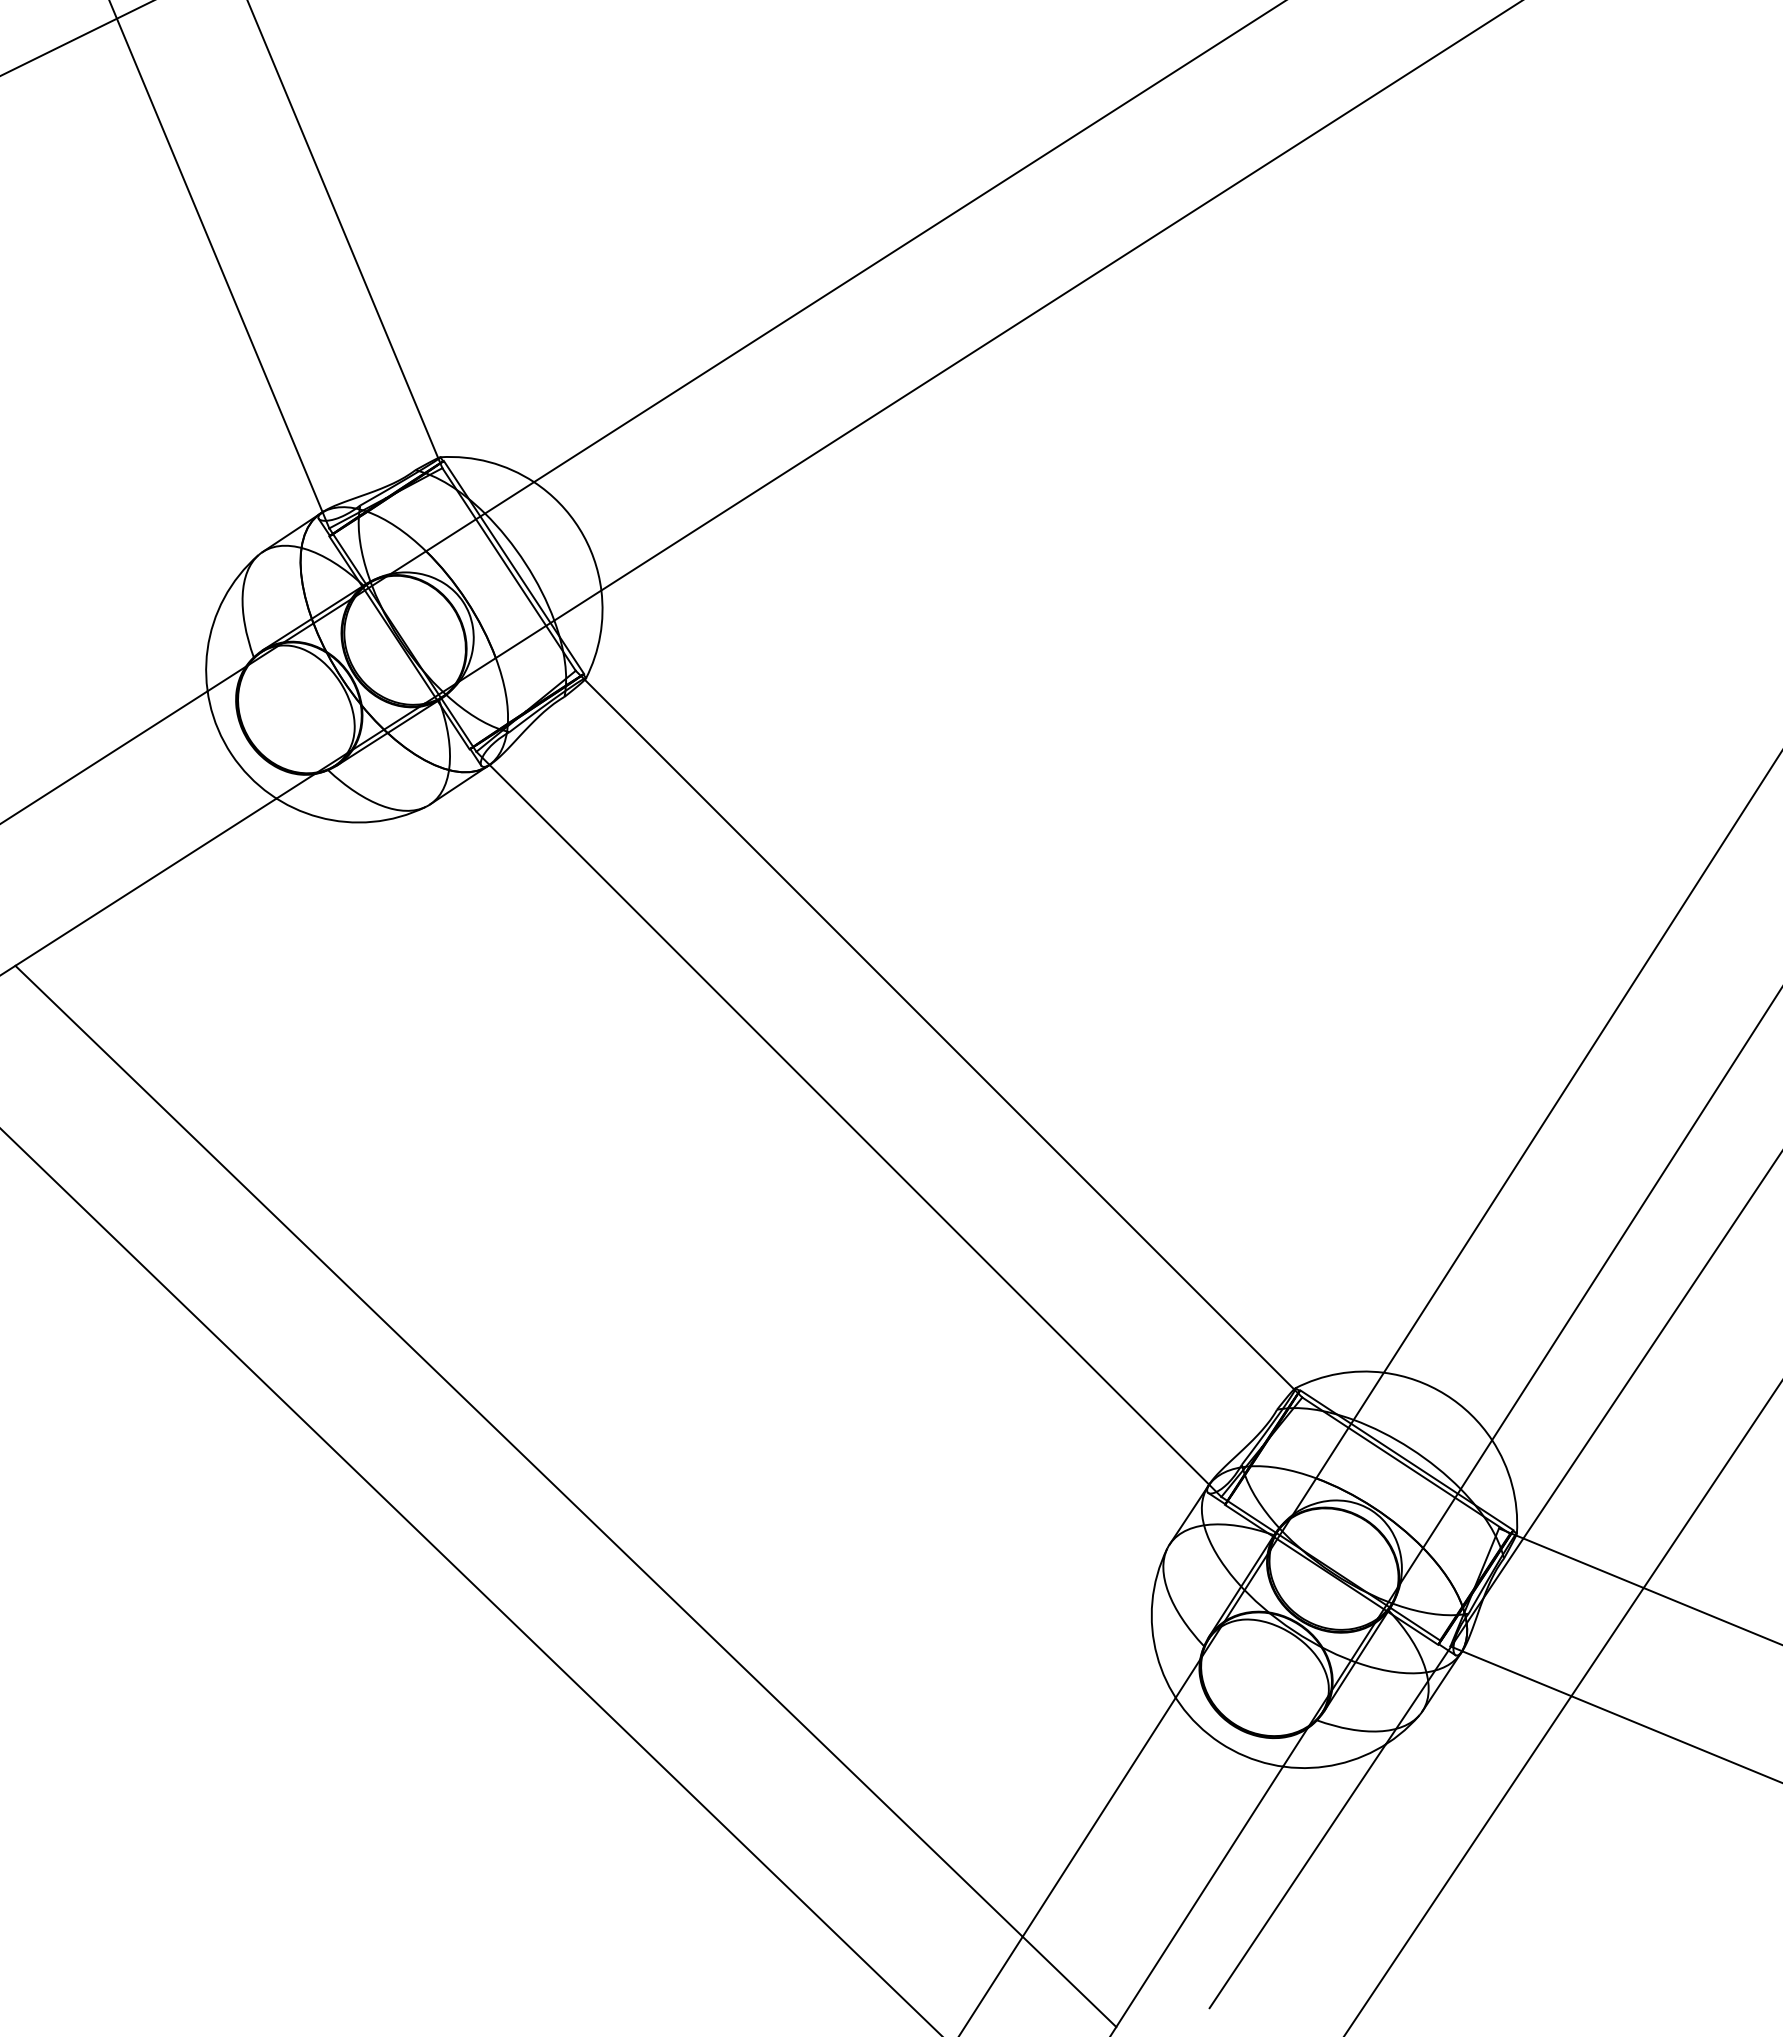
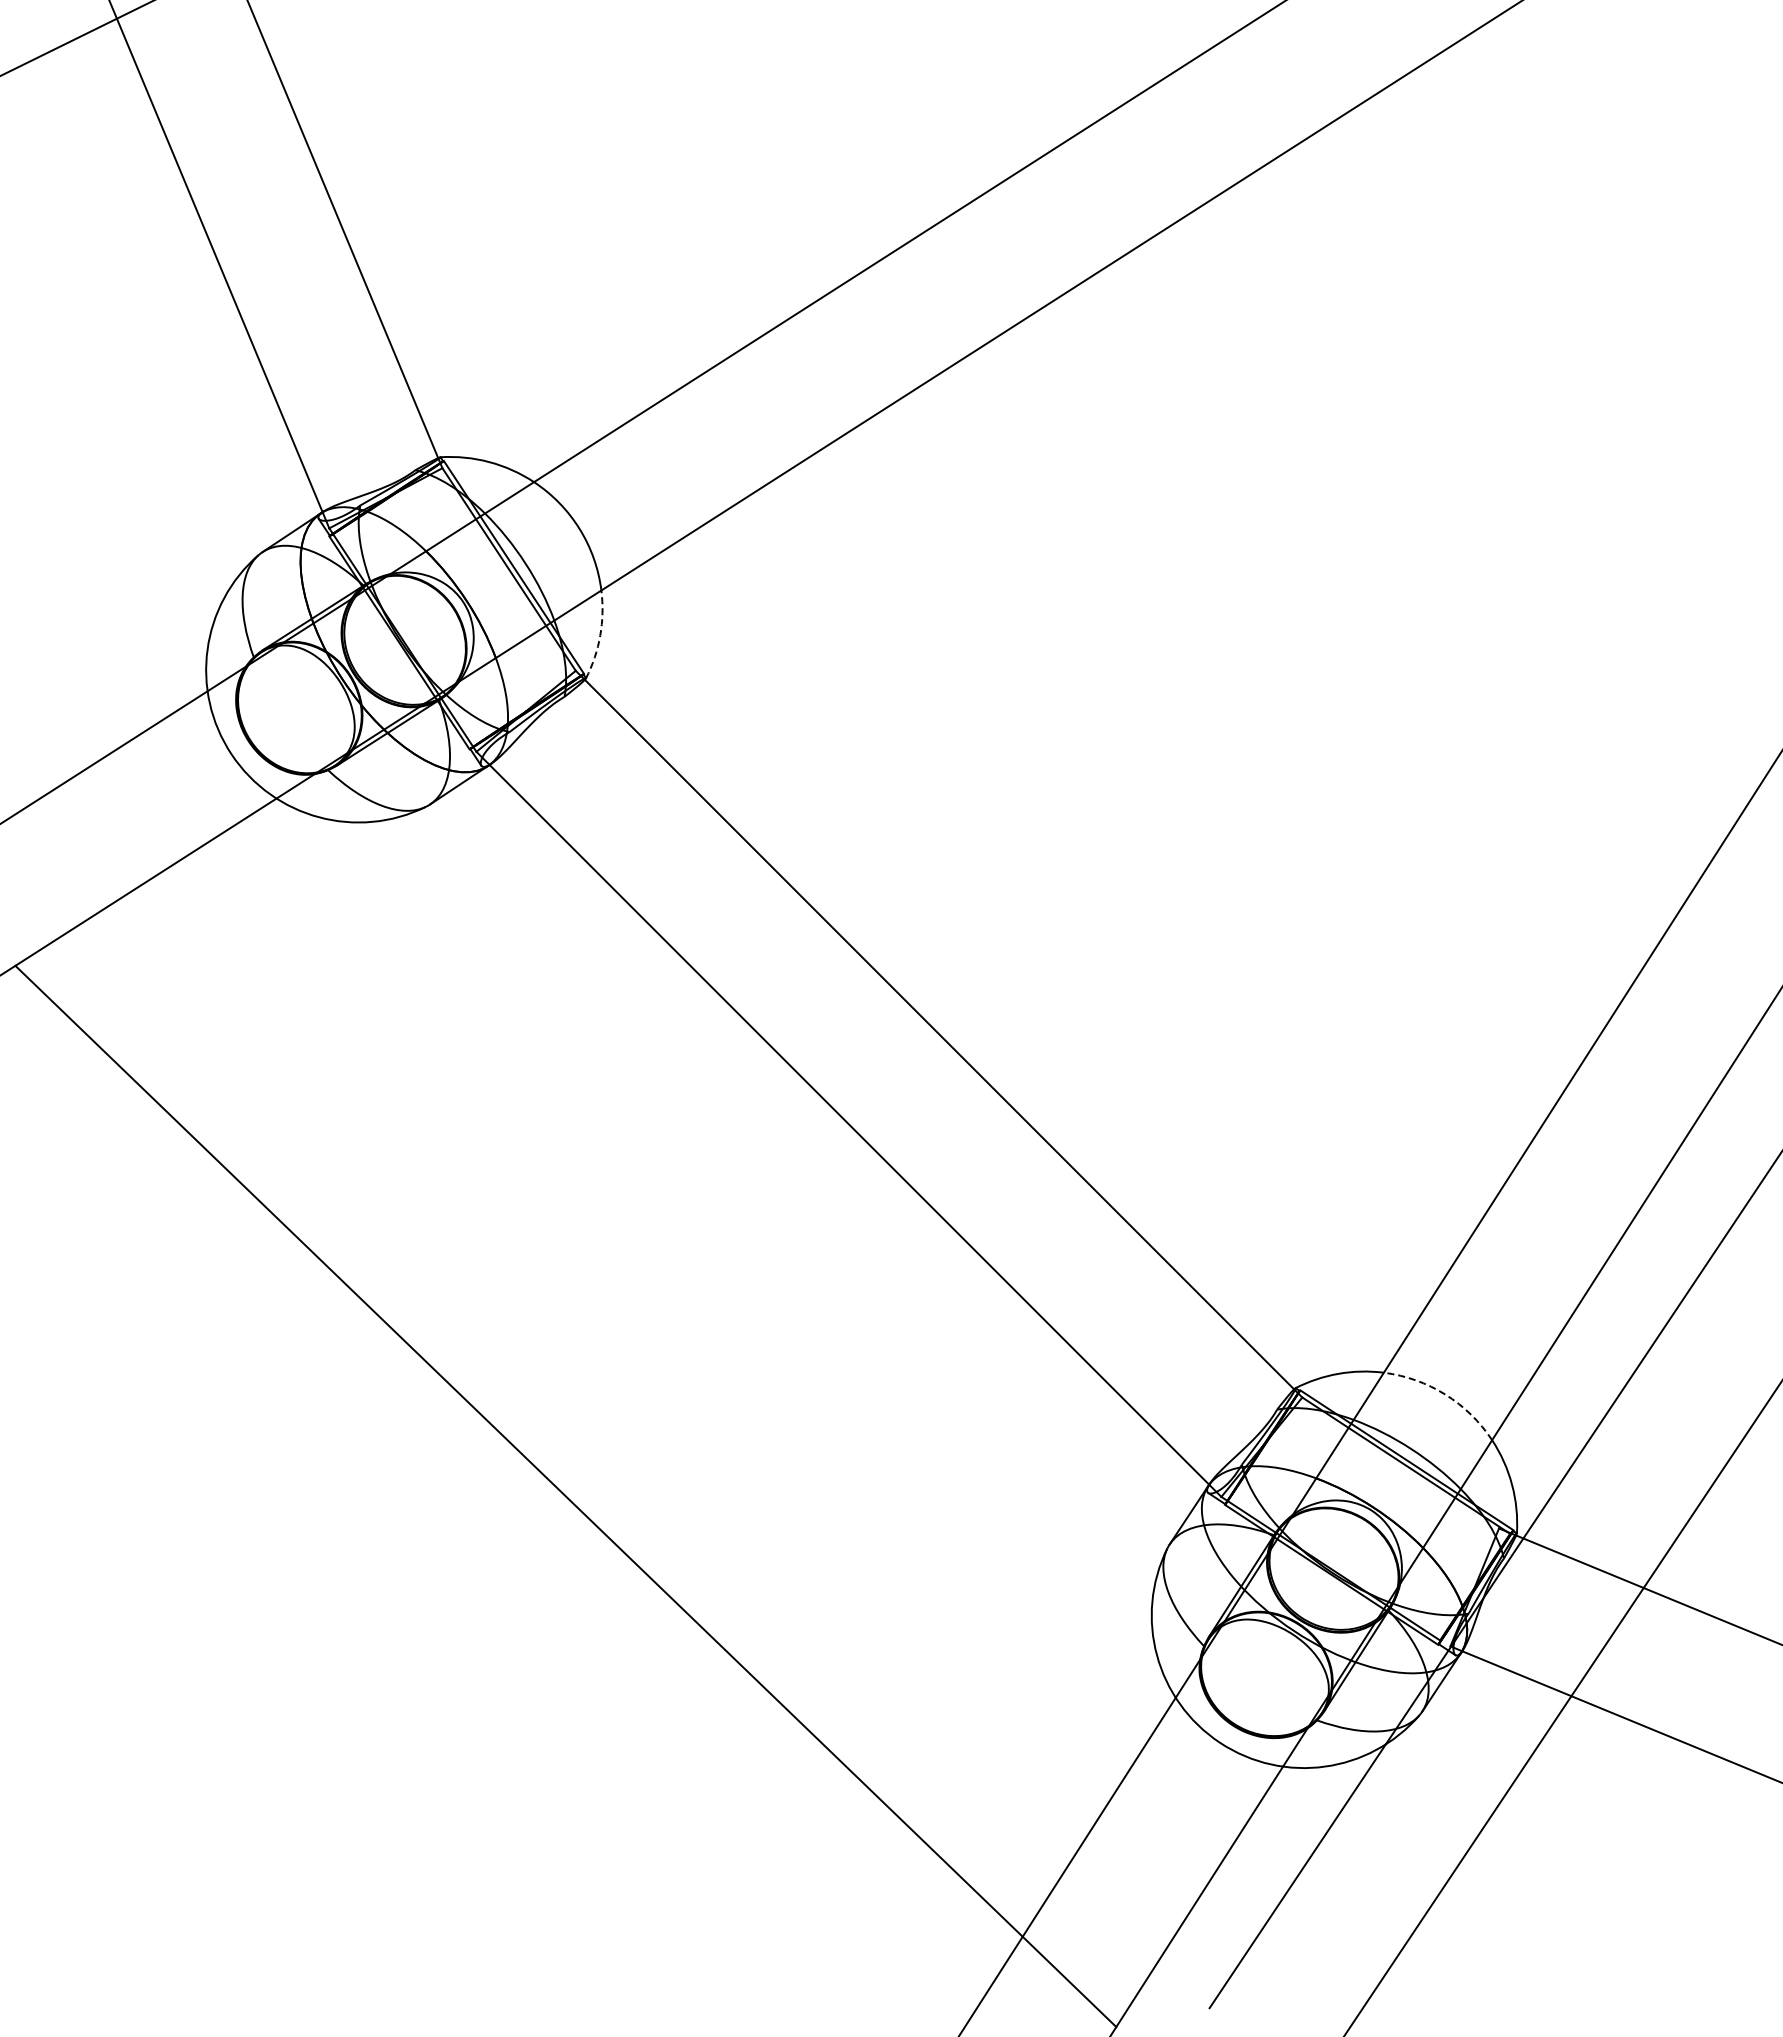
arc at (600, 635): solid -> dashed
arc at (1445, 1394): solid -> dashed
line at (470, 1581): present -> none
